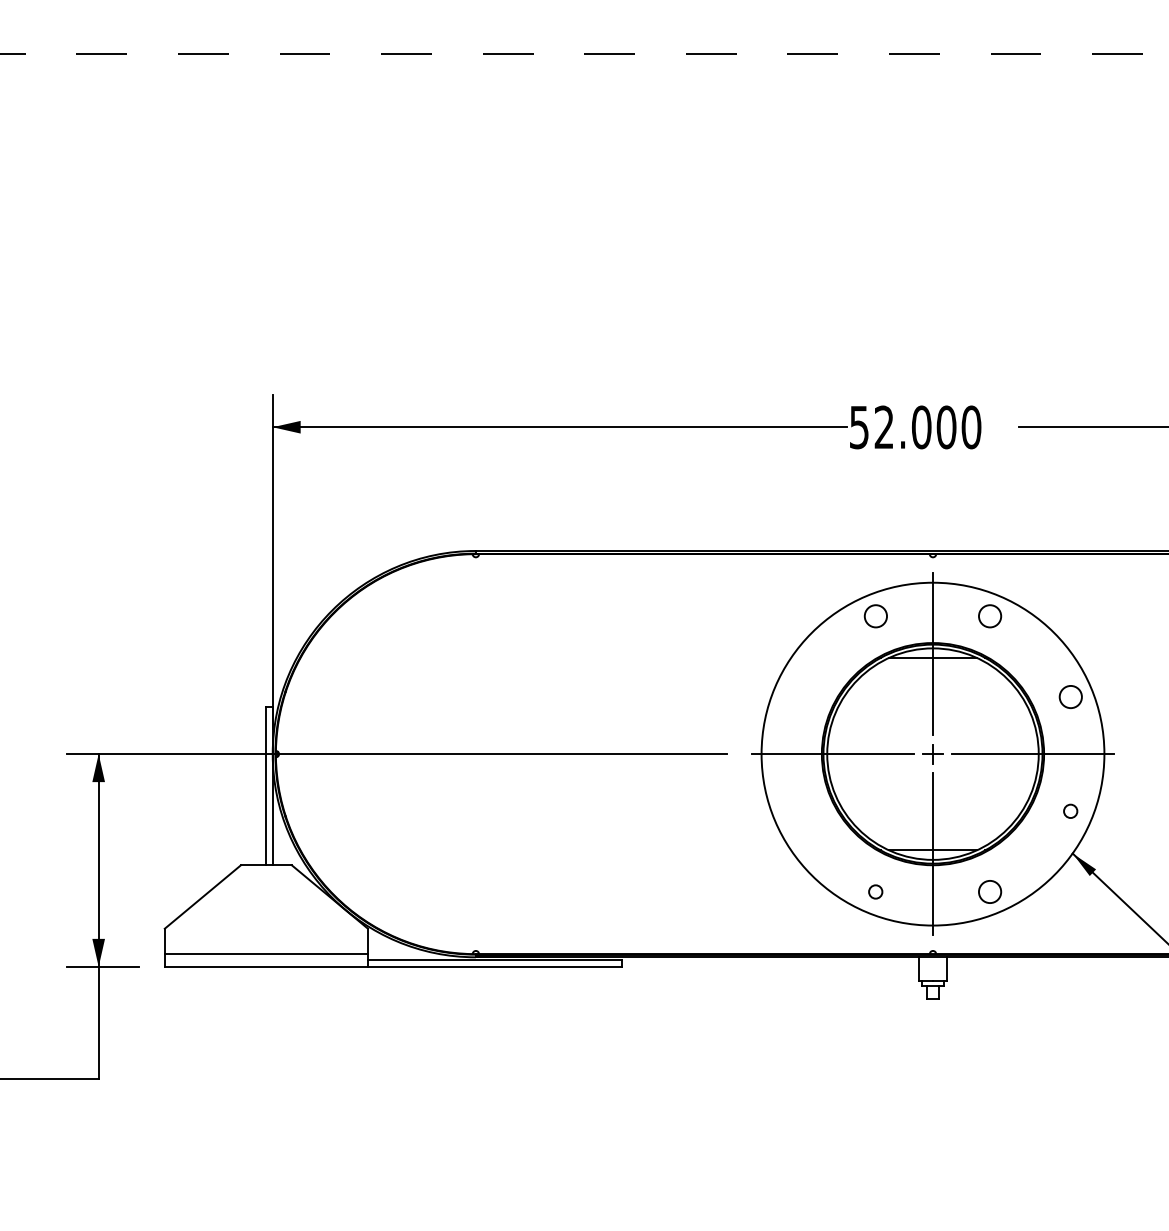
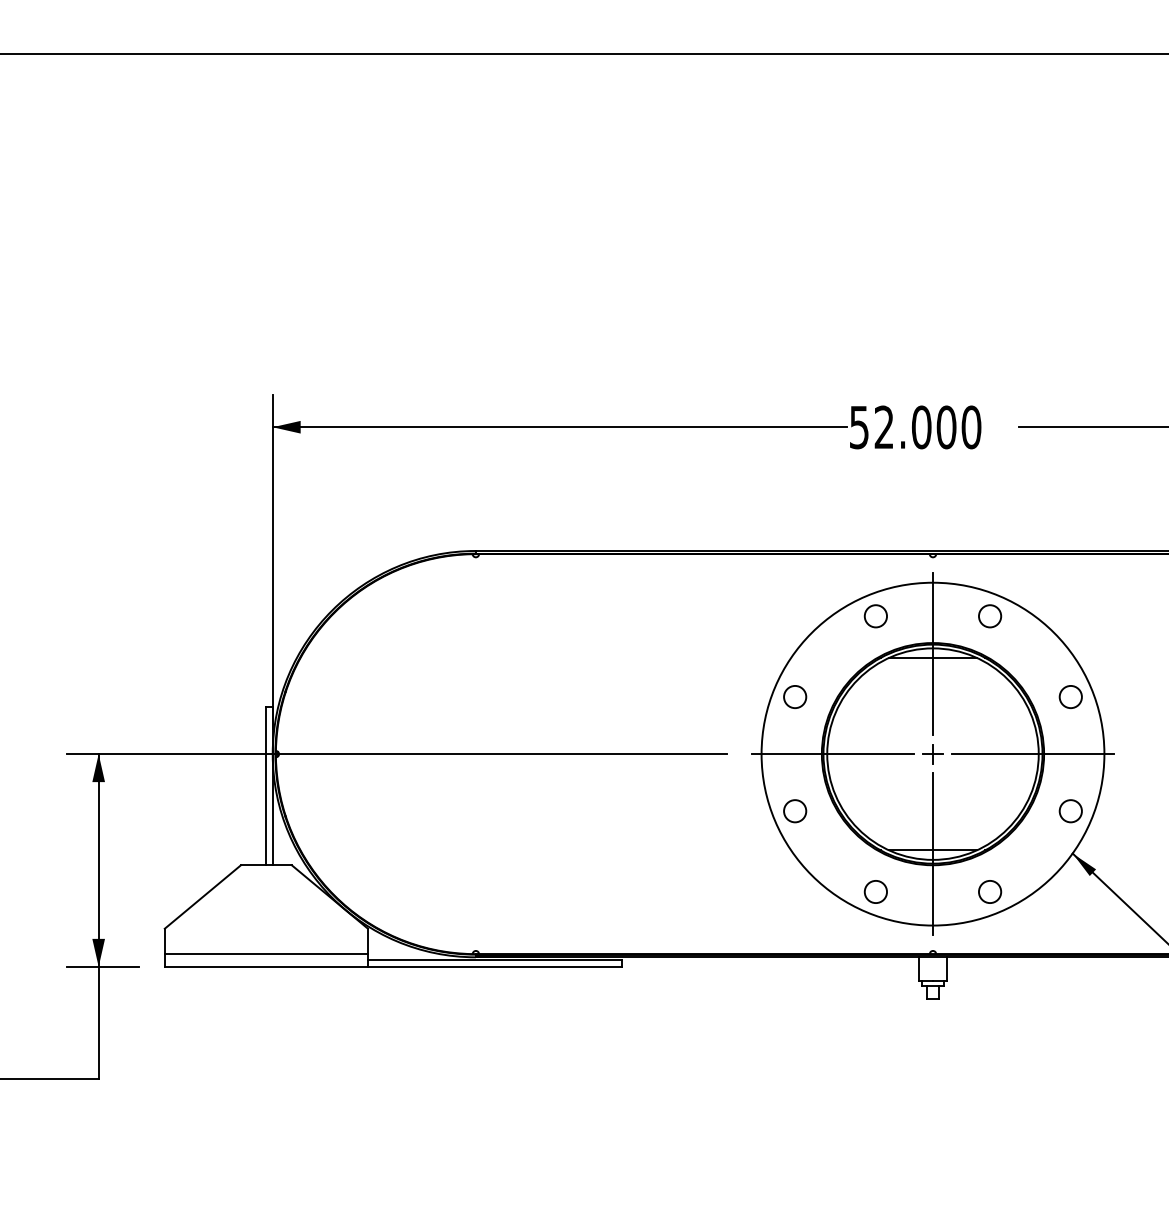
line at (584, 53): dashed -> solid
circle at (795, 696): none -> present
circle at (1070, 810) size: 16x16 px -> 25x25 px
circle at (795, 811): none -> present
circle at (875, 891) size: 16x16 px -> 25x24 px
